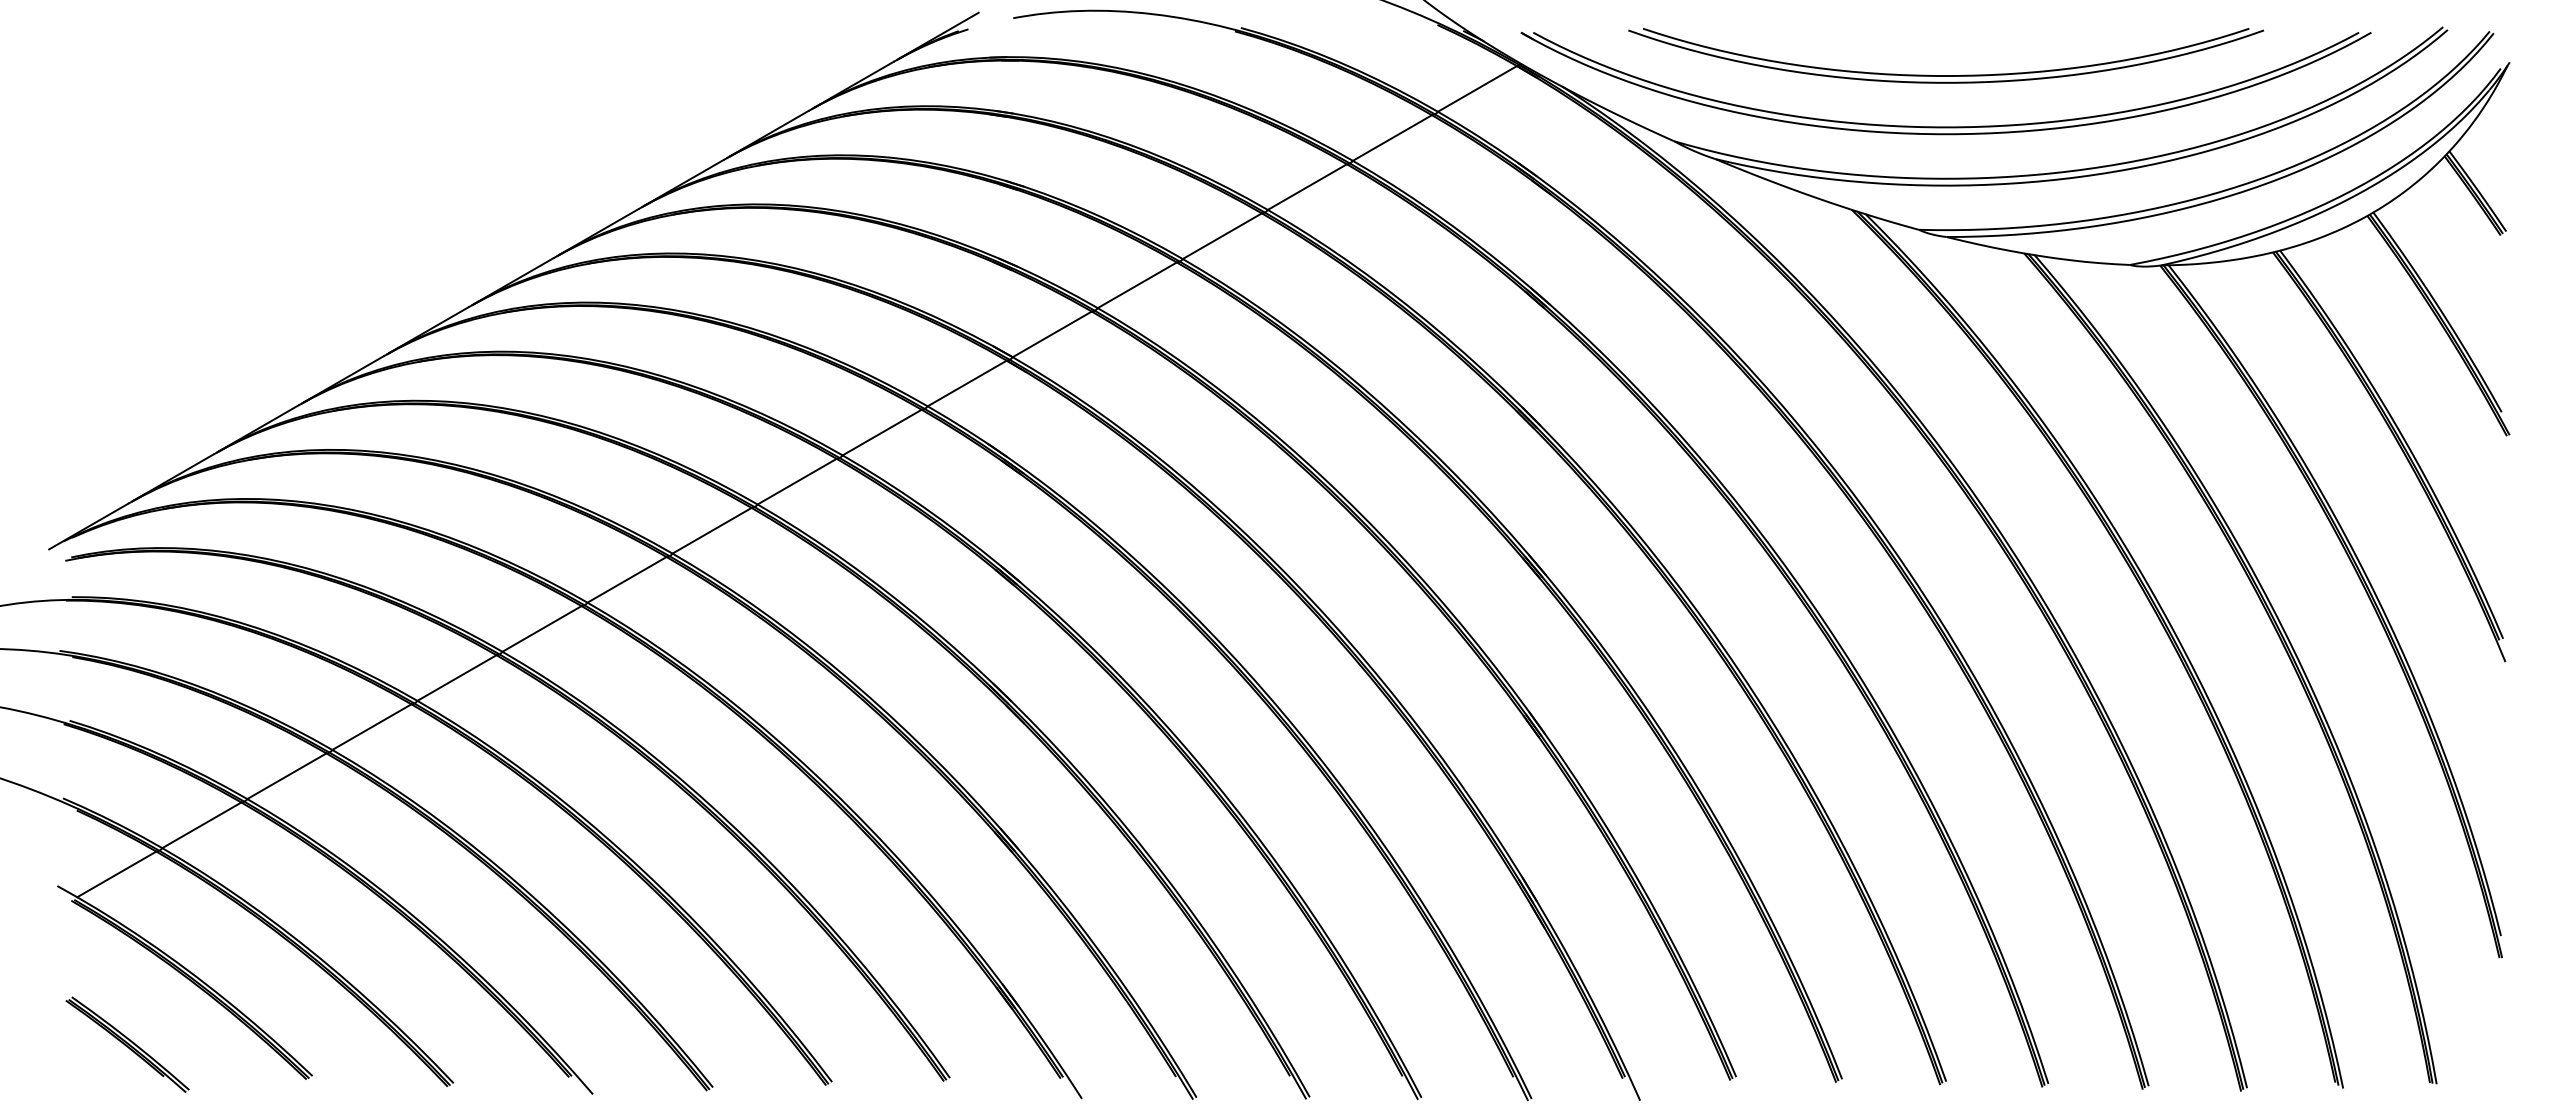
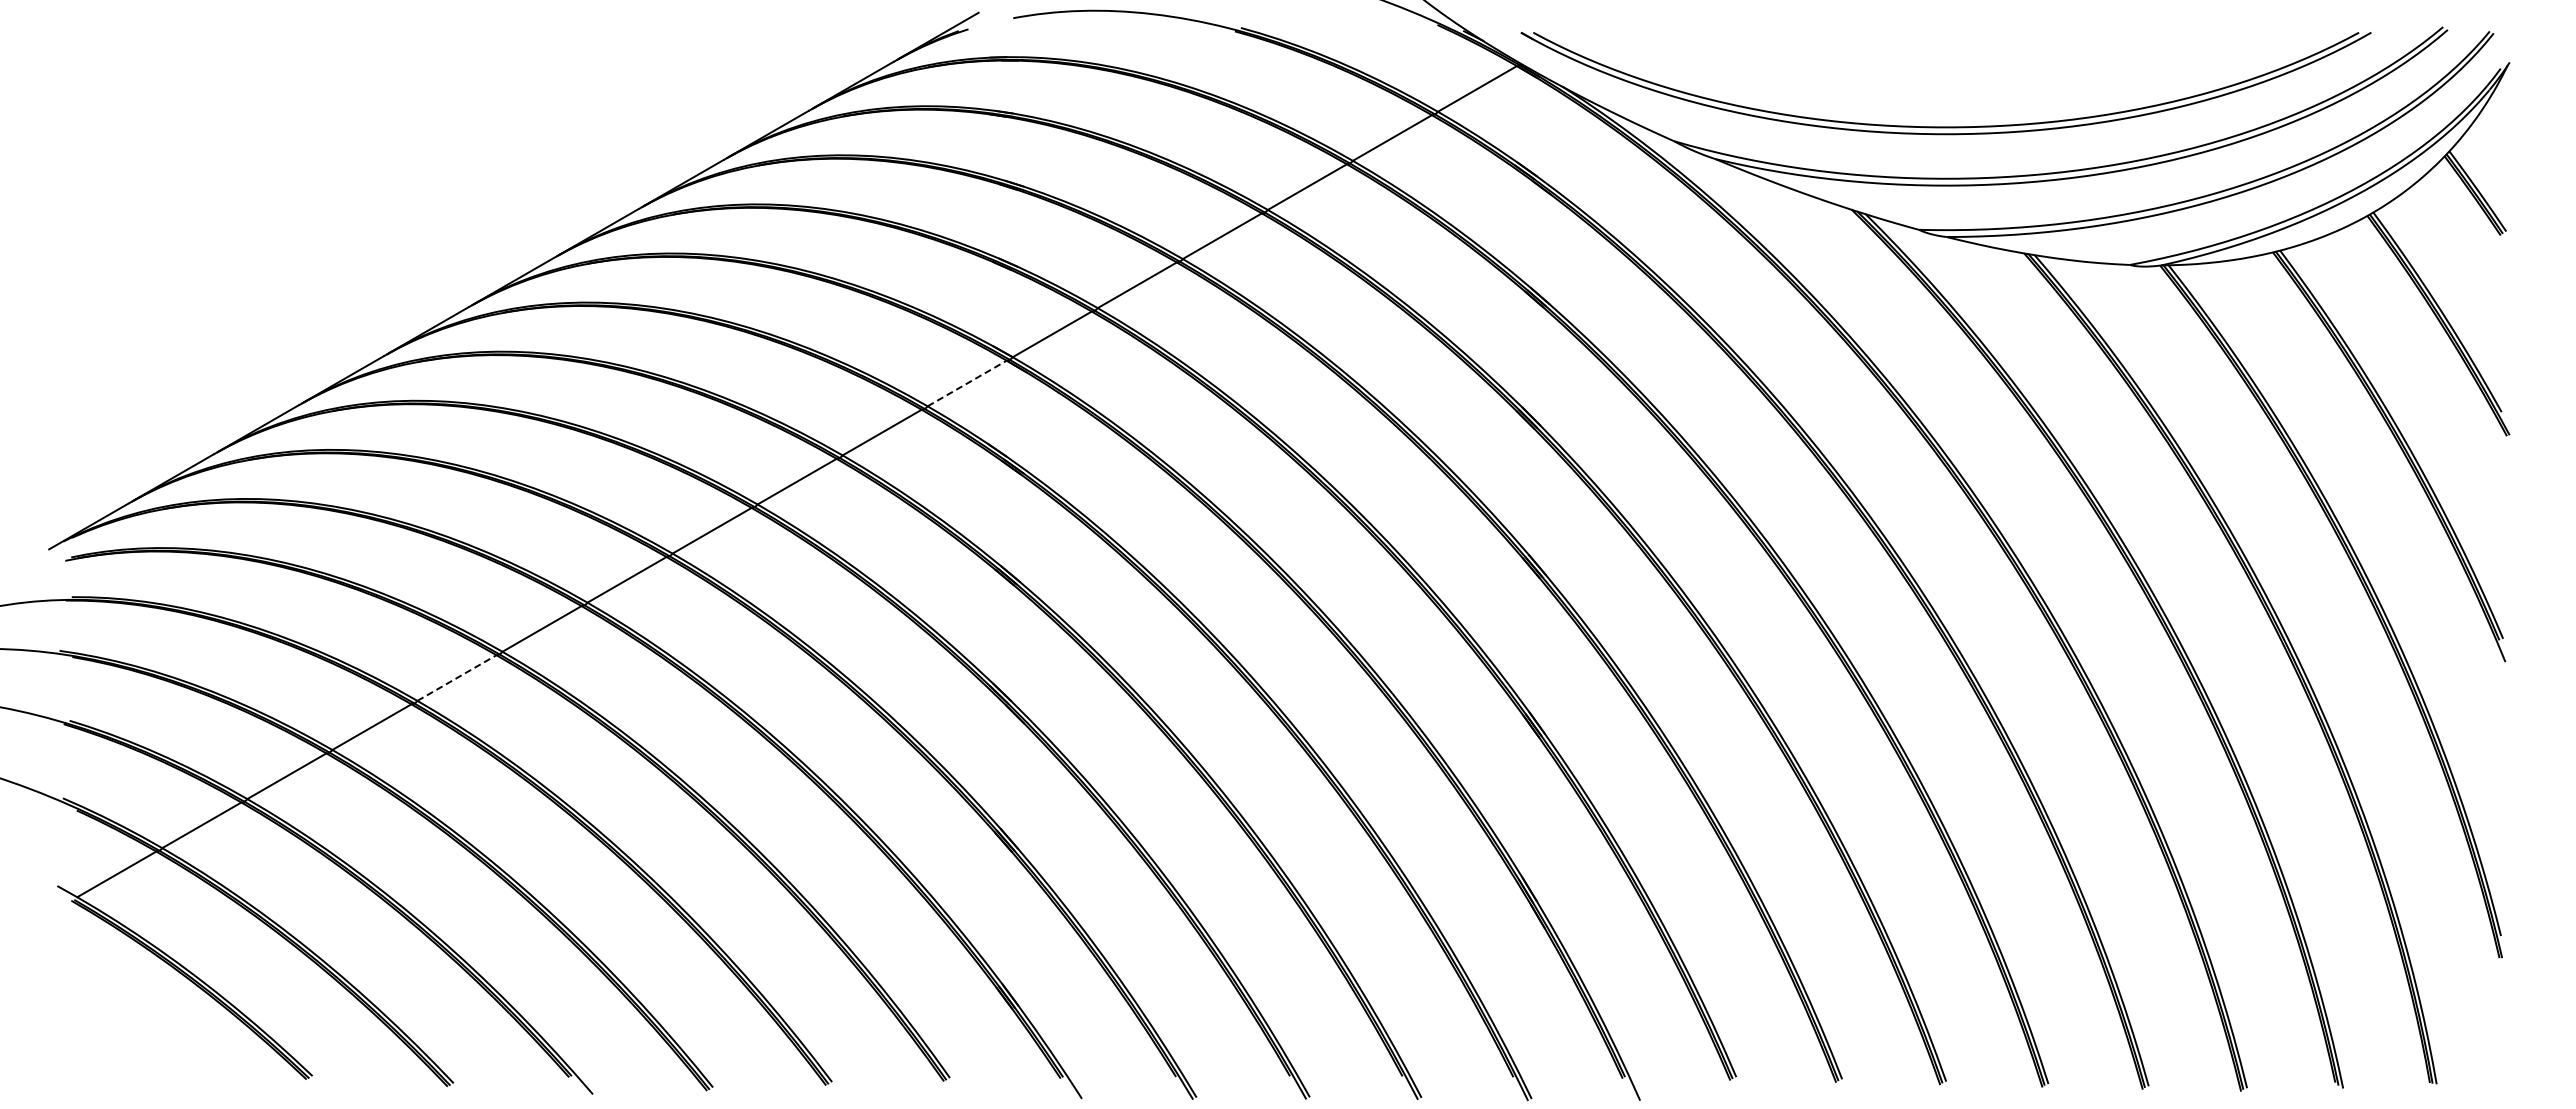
part at (1946, 75): present -> none
line at (967, 383): solid -> dashed
line at (456, 678): solid -> dashed
part at (127, 1044): present -> none
